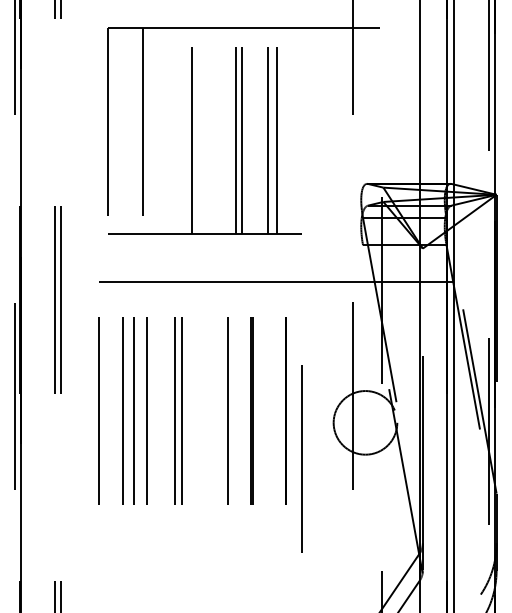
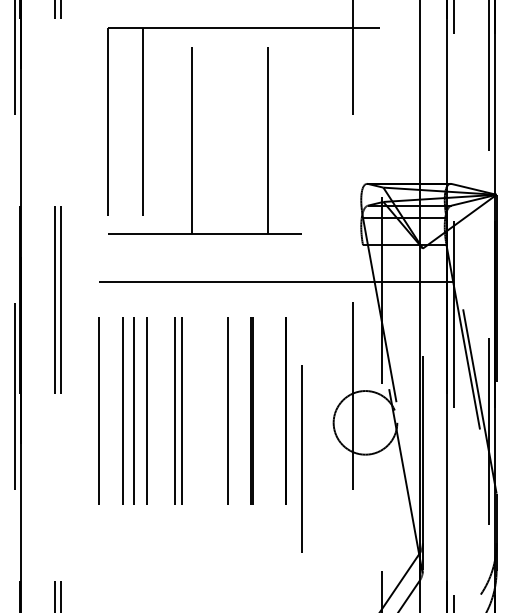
line at (236, 131): present -> none
line at (241, 131): present -> none
line at (276, 131): present -> none
line at (453, 306): solid -> dashed
